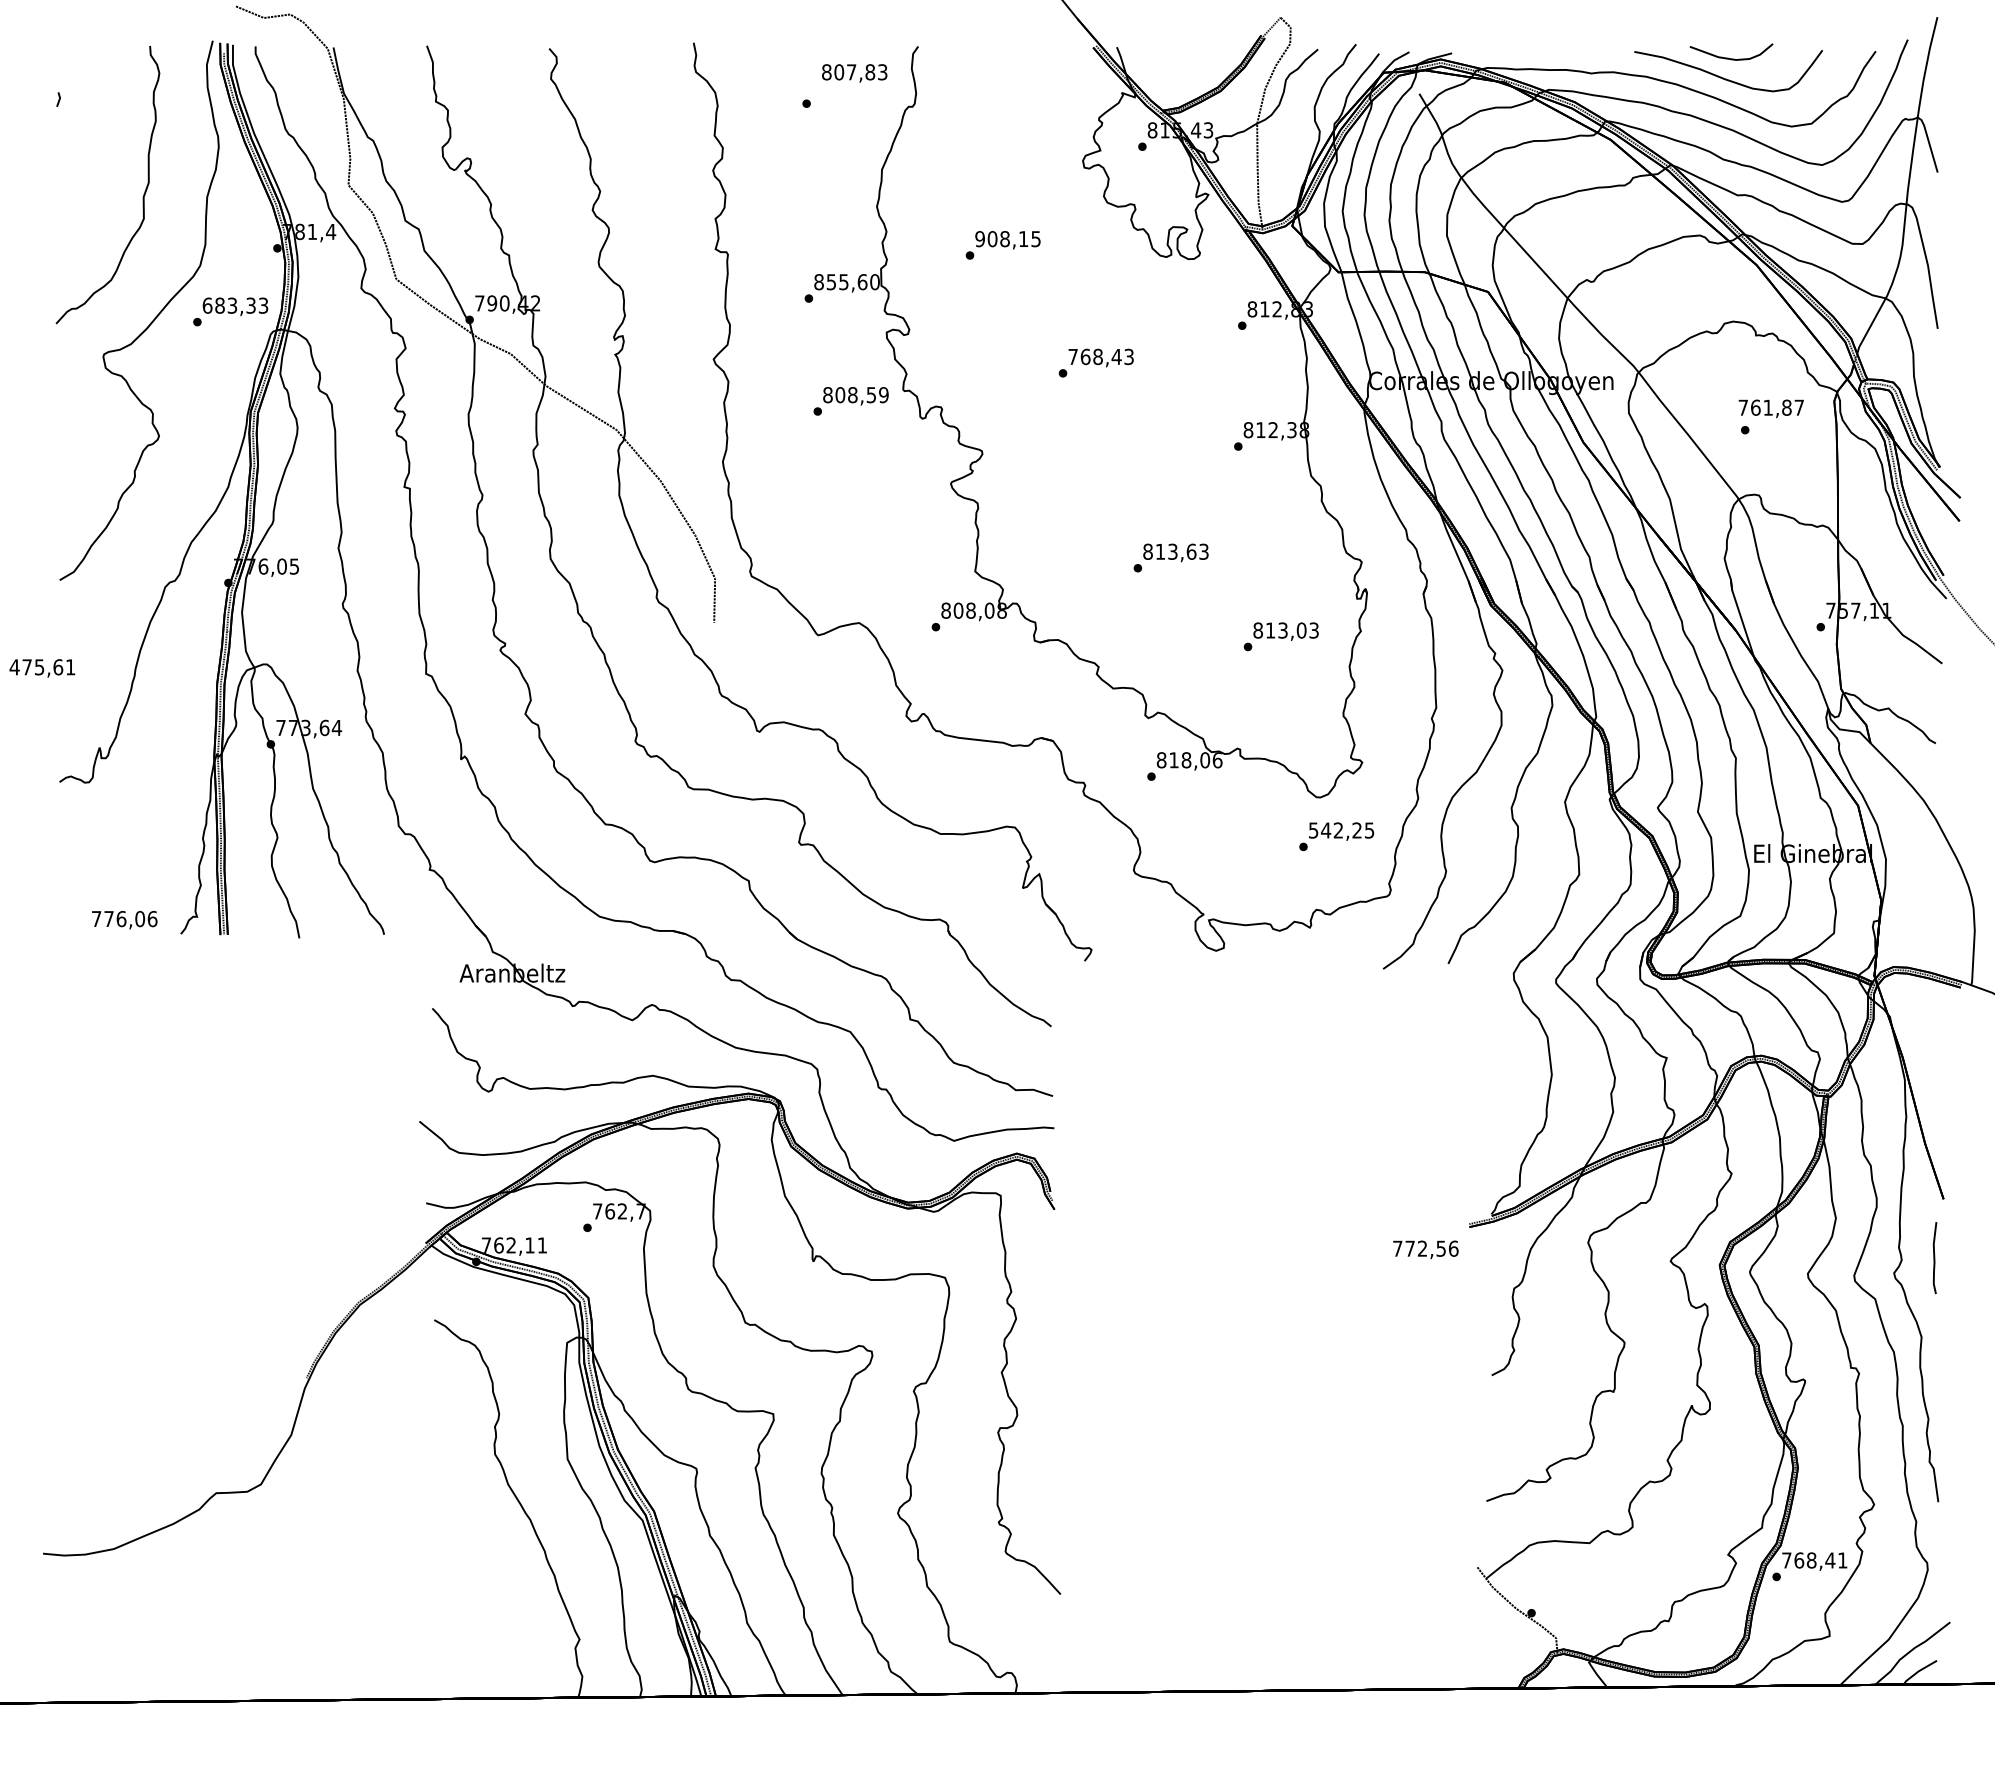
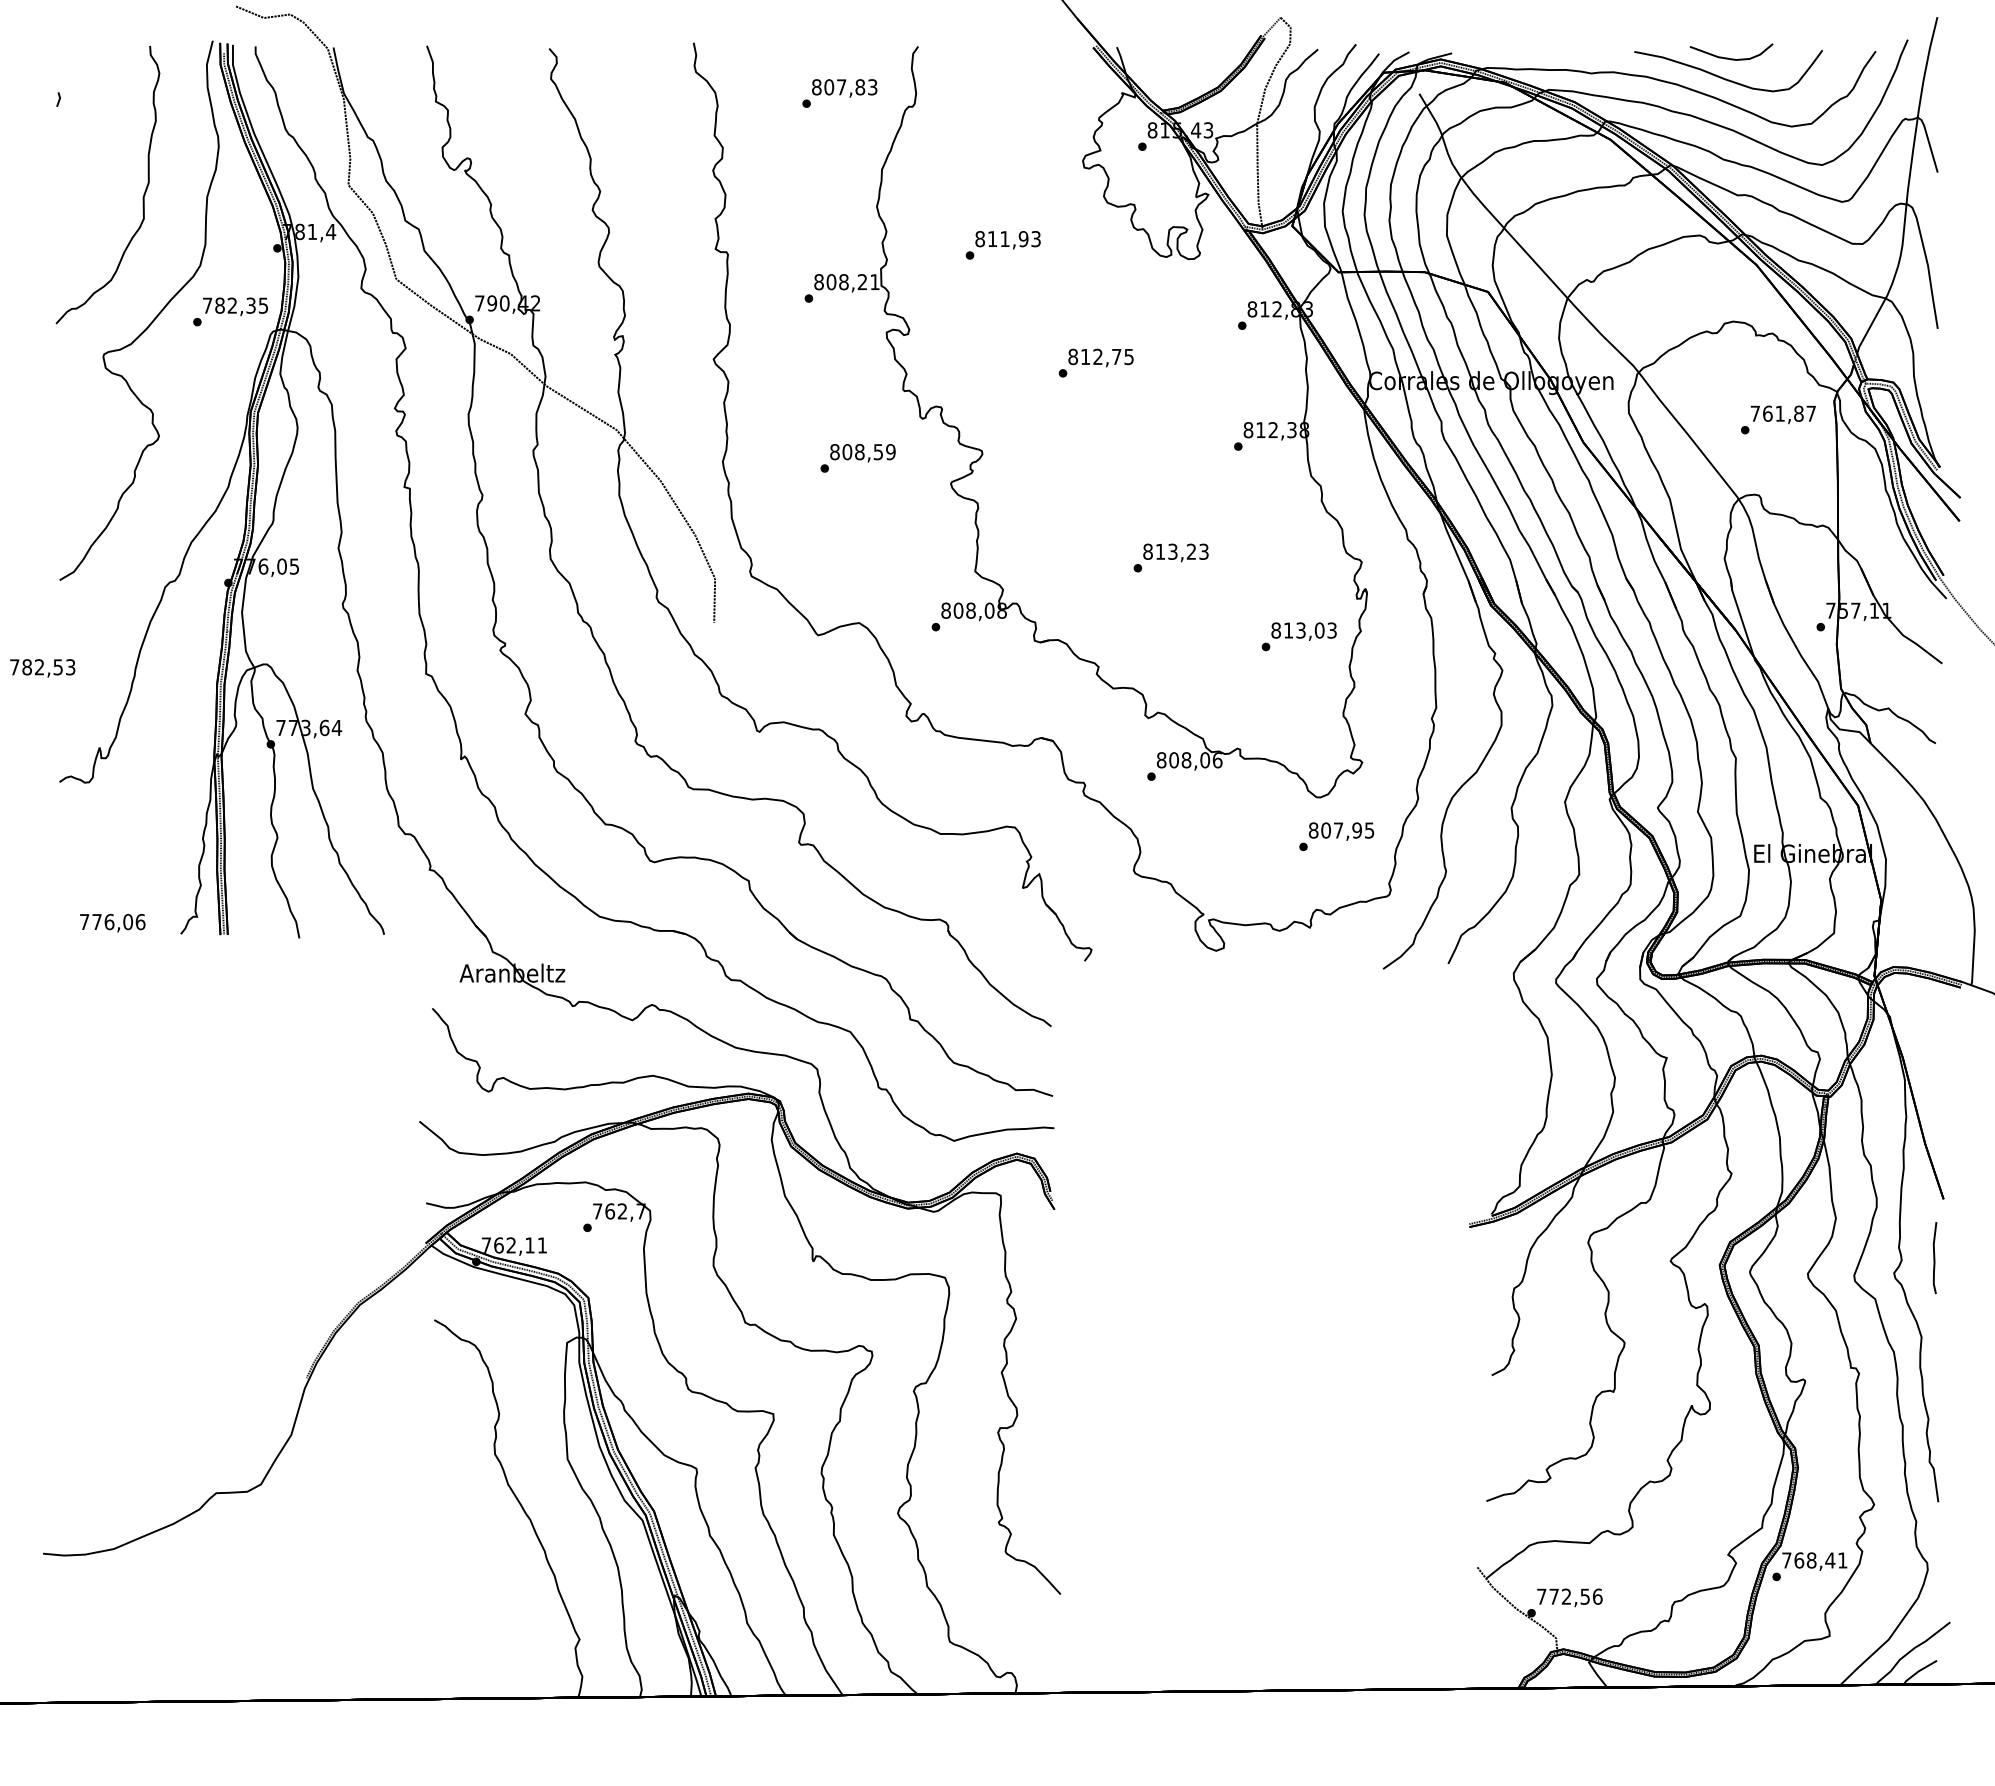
text at (854, 73) position: (854, 73) -> (844, 88)
text at (1007, 239): 908,15 -> 811,93
text at (852, 282): 855,60 -> 808,21
text at (235, 305): 683,33 -> 782,35
text at (1100, 356): 768,43 -> 812,75
text at (850, 401) position: (850, 401) -> (857, 458)
text at (1770, 408) position: (1770, 408) -> (1782, 414)
text at (1191, 551): 813,63 -> 813,23
text at (1280, 636) position: (1280, 636) -> (1298, 636)
text at (42, 667): 475,61 -> 782,53
text at (1173, 760): 818,06 -> 808,06
text at (1334, 830): 542,25 -> 807,95
text at (124, 920) position: (124, 920) -> (112, 923)
text at (1425, 1249) position: (1425, 1249) -> (1569, 1597)
